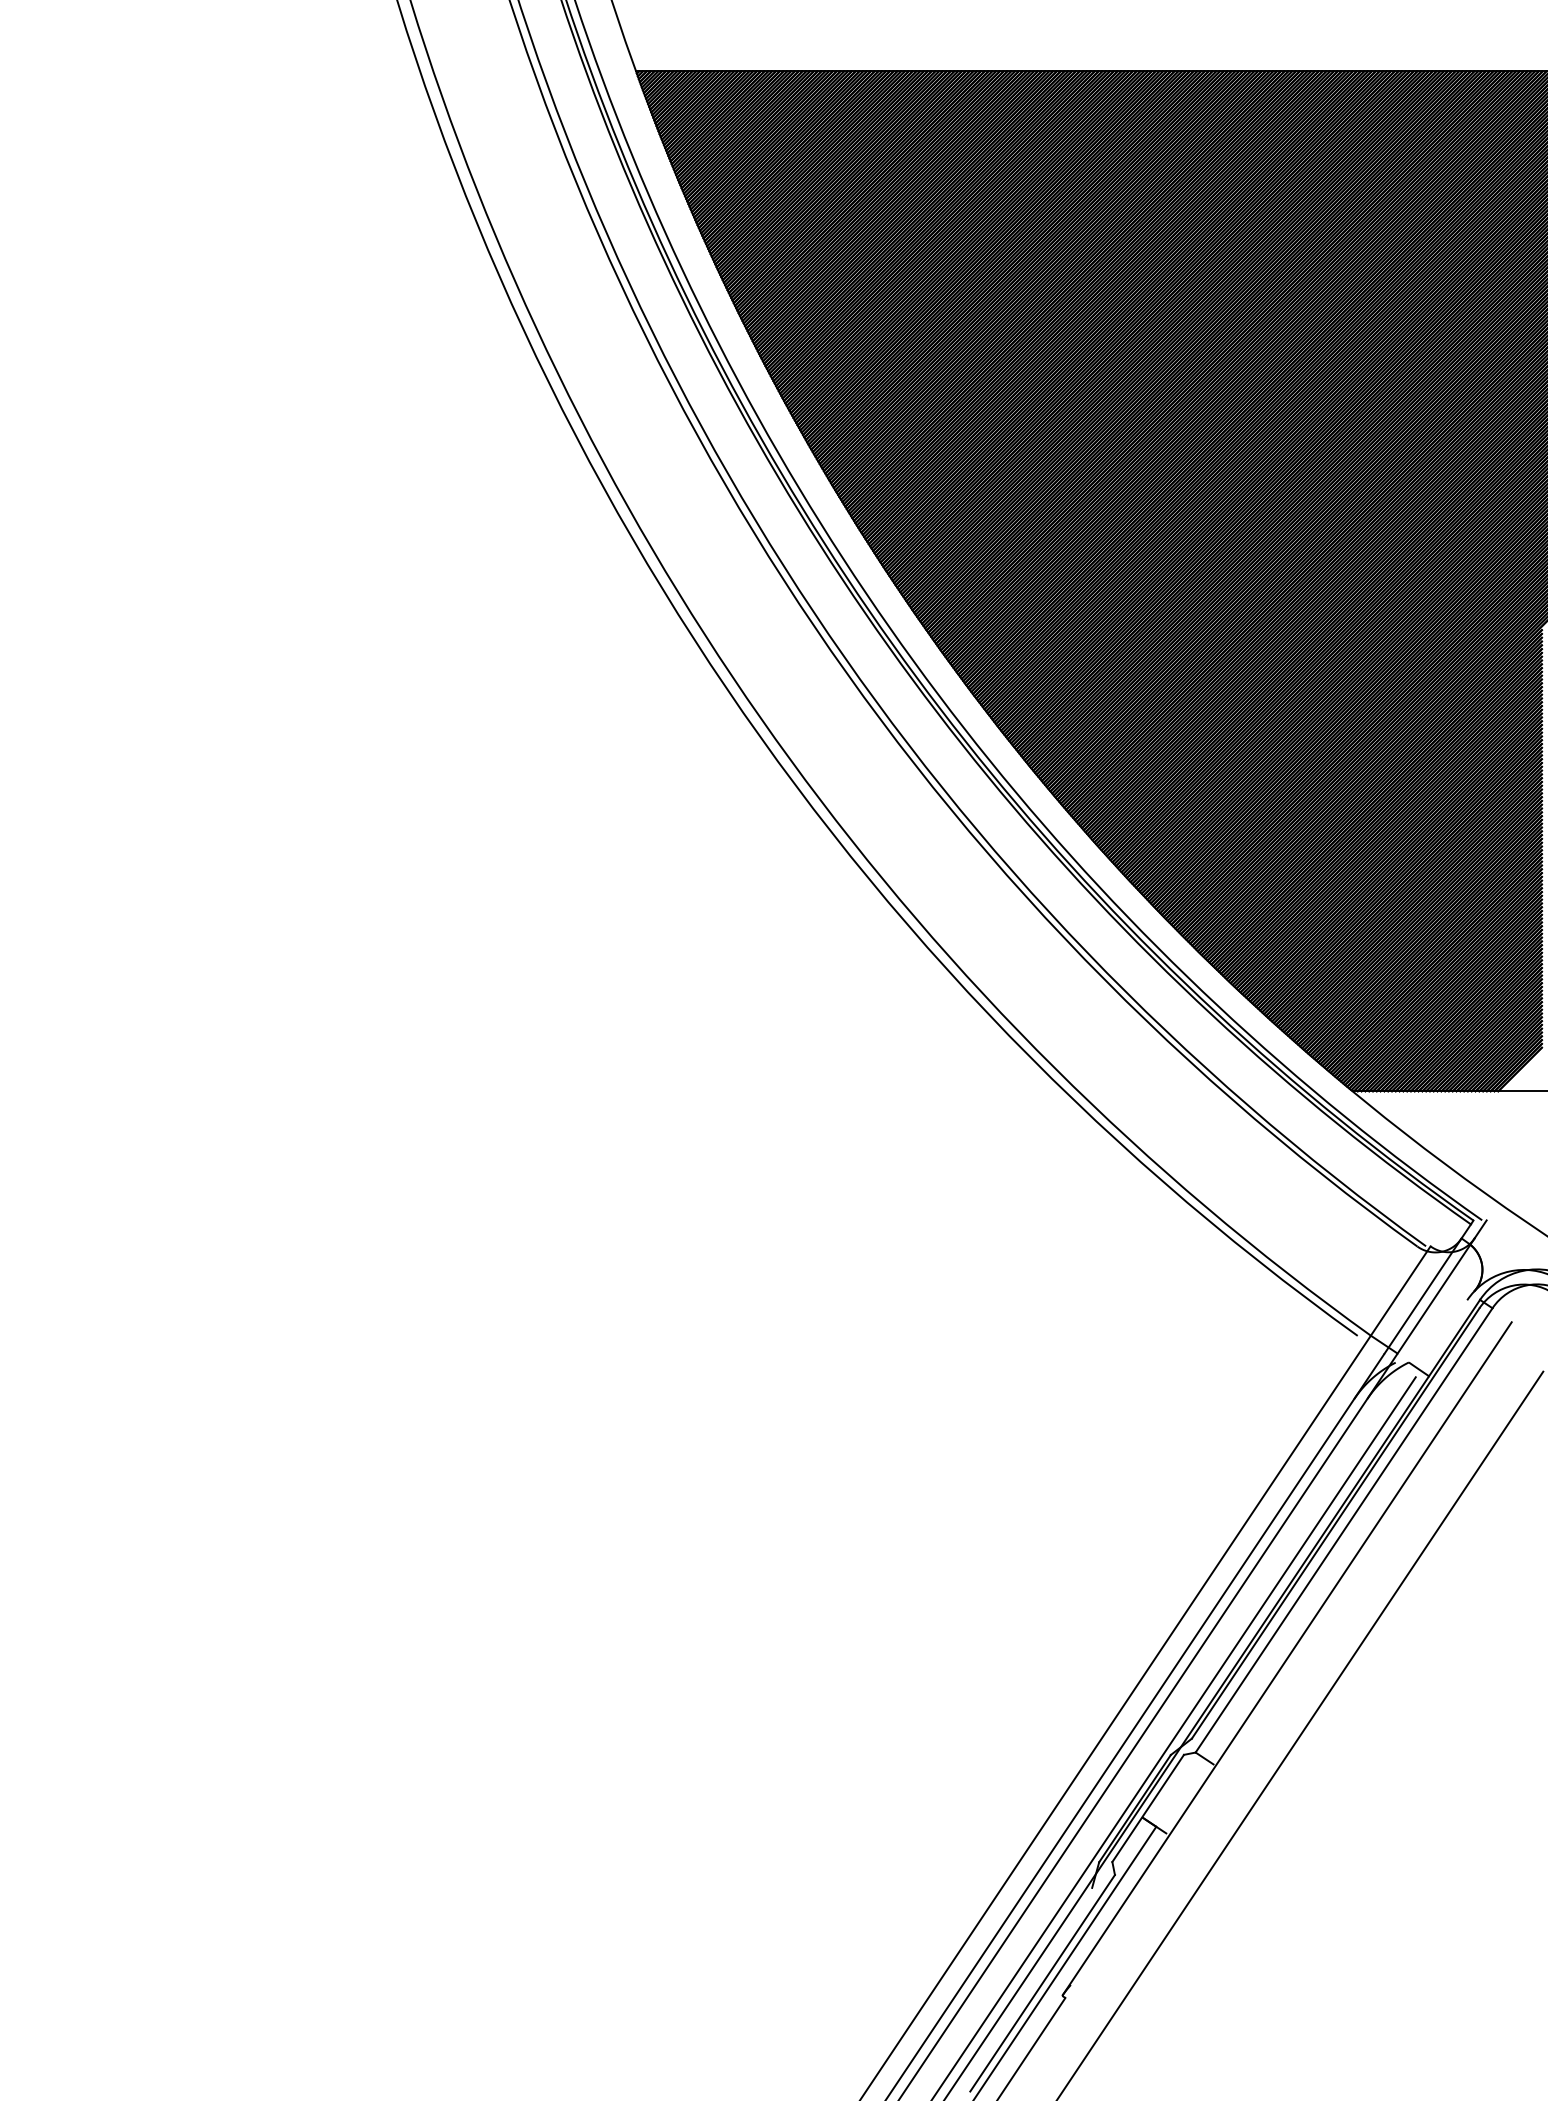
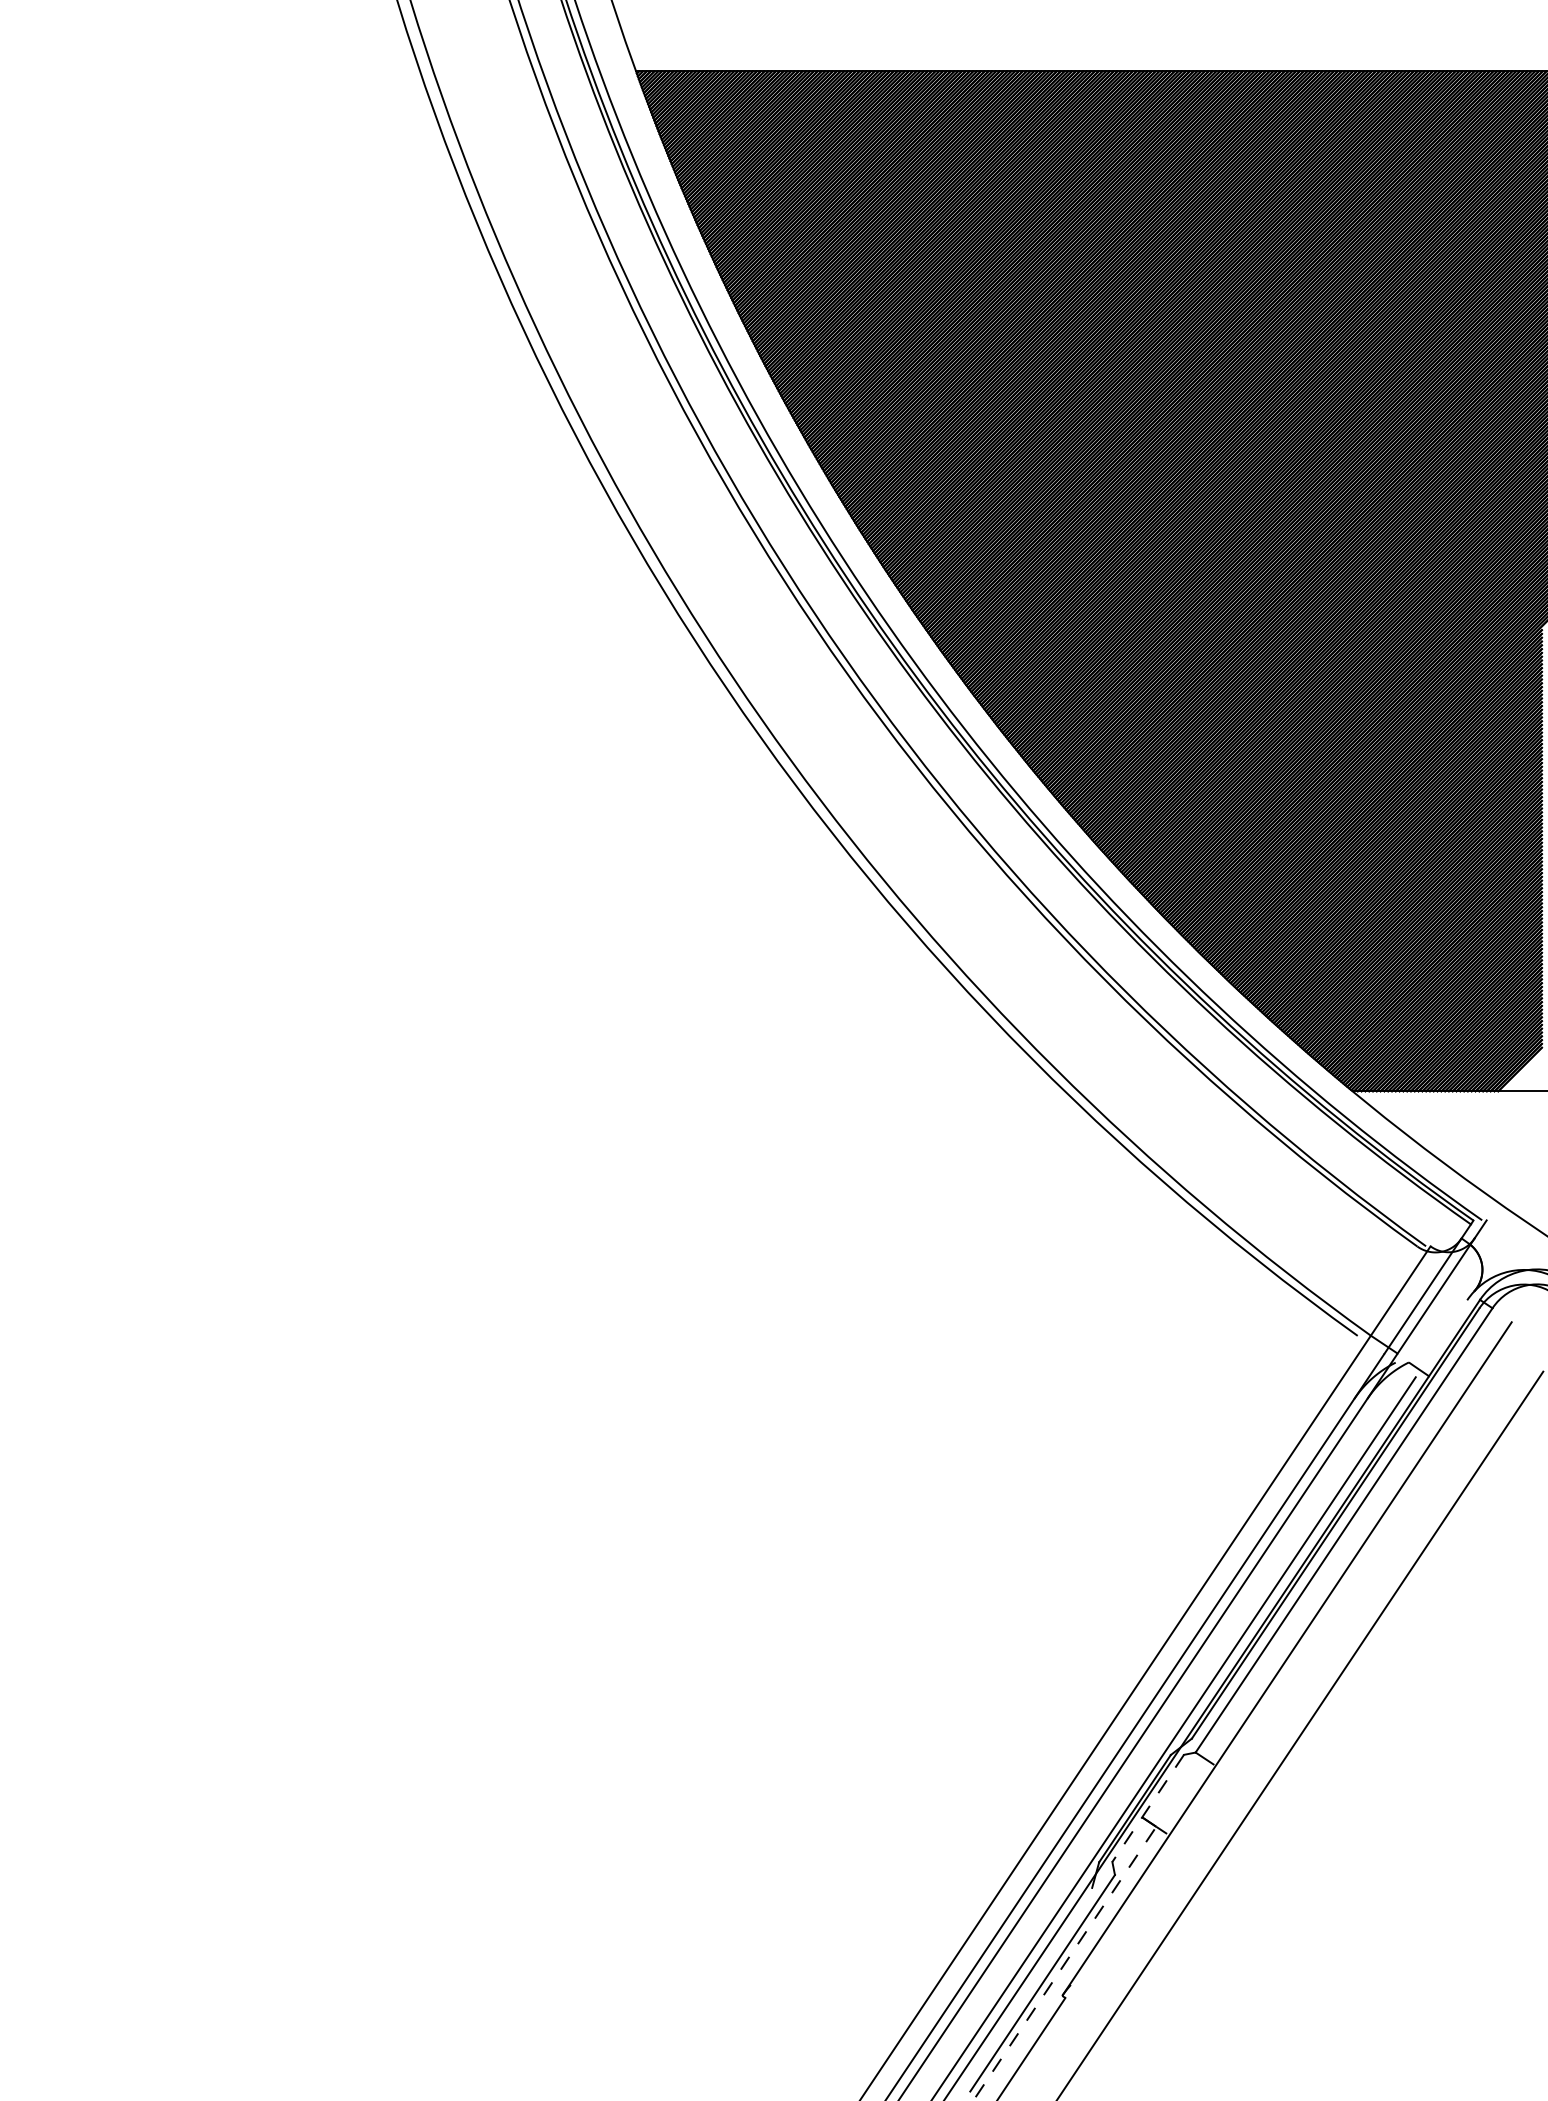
line at (1147, 1808): solid -> dashed
line at (1064, 1963): solid -> dashed
